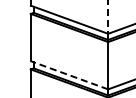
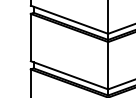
line at (108, 17): dashed -> solid
line at (69, 75): dashed -> solid
